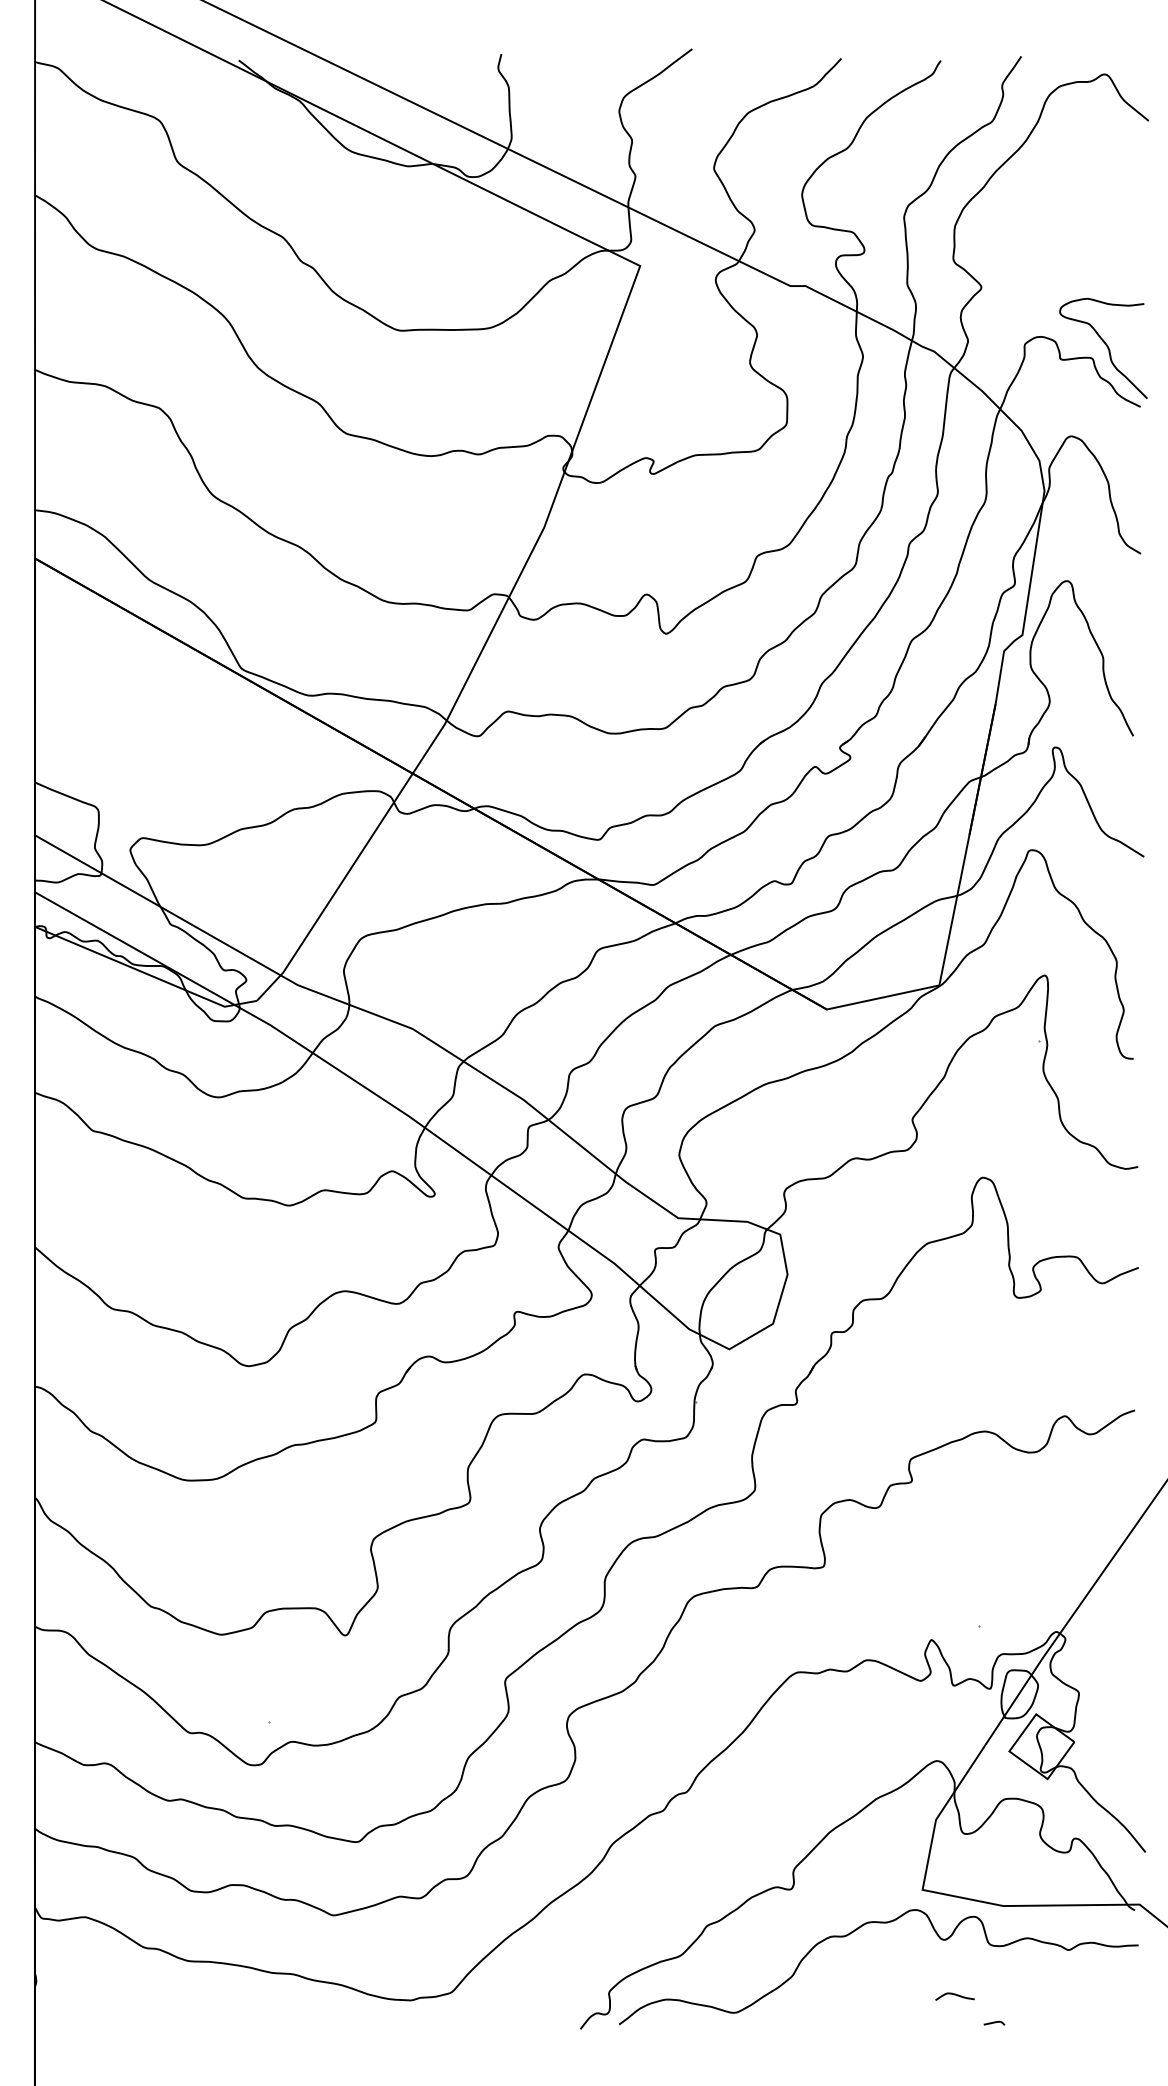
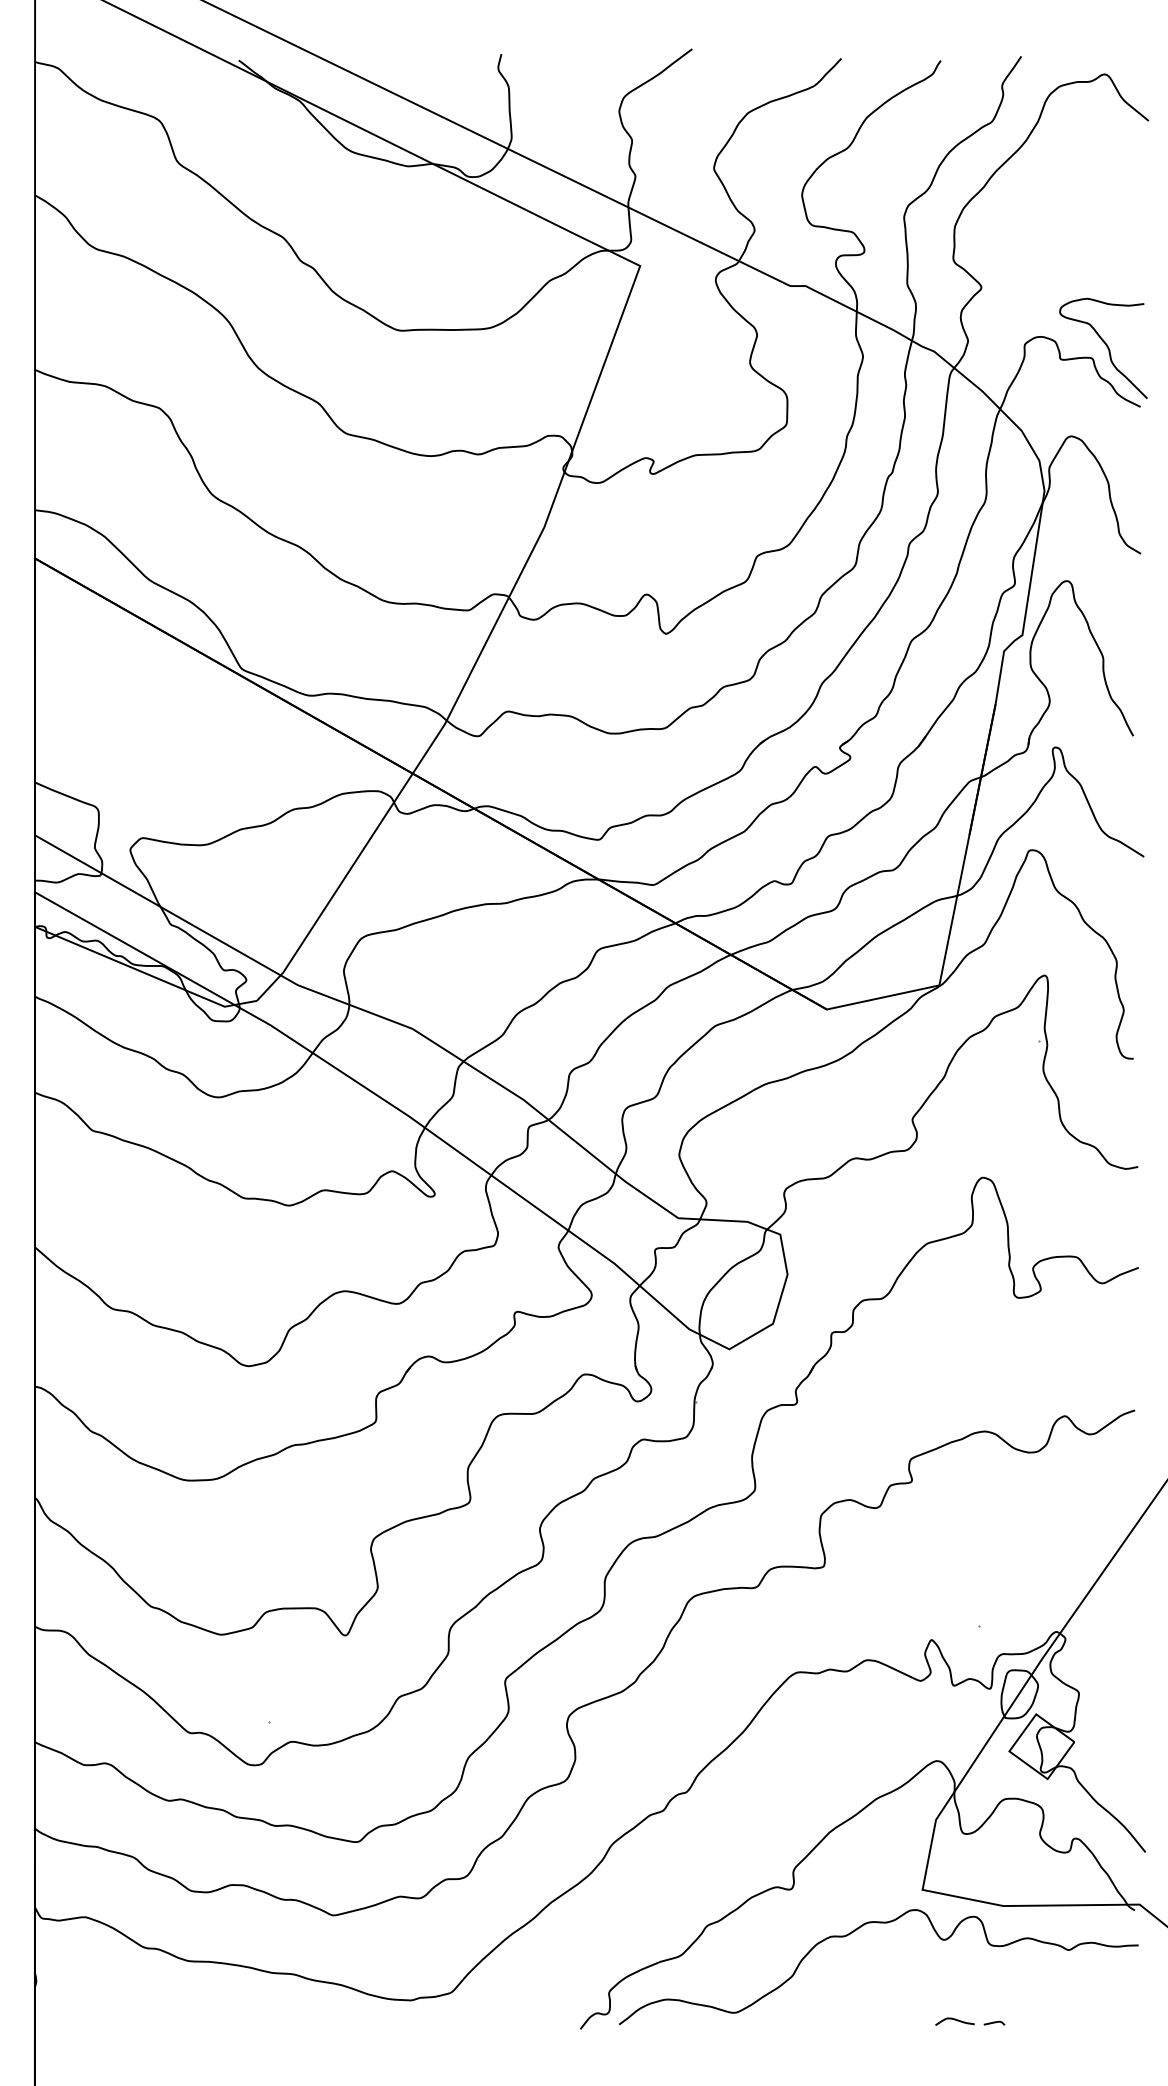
curve at (954, 1995) position: (954, 1995) -> (954, 2020)
